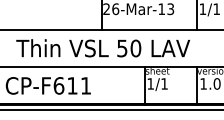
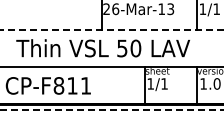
line at (112, 29): solid -> dashed
text at (58, 85): CP-F611 -> CP-F811
line at (111, 109): solid -> dashed
